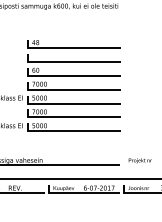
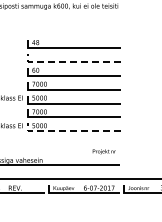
line at (69, 61): solid -> dashed
line at (69, 131): solid -> dashed
text at (139, 160) position: (139, 160) -> (103, 151)
